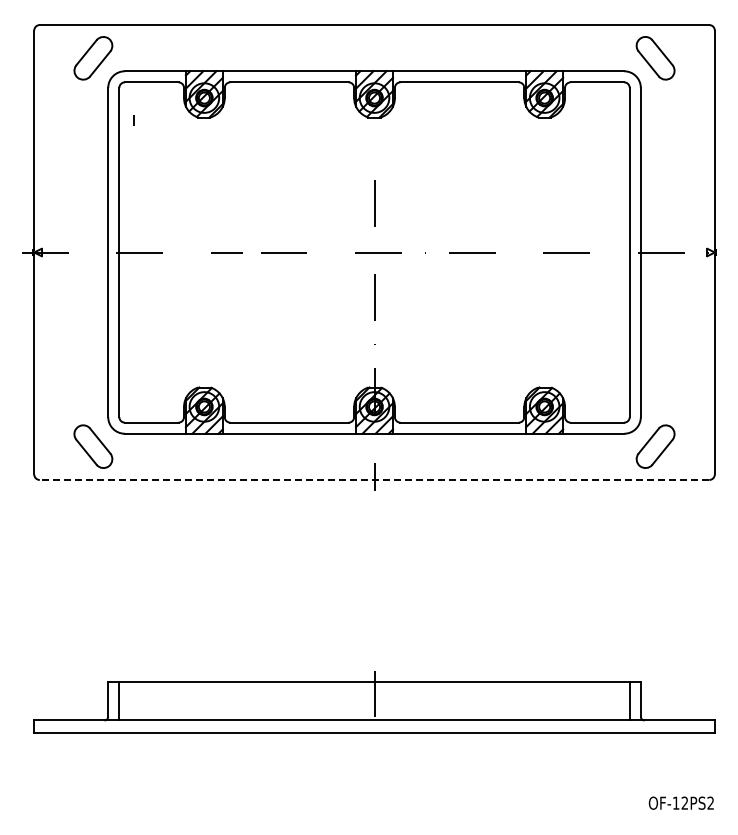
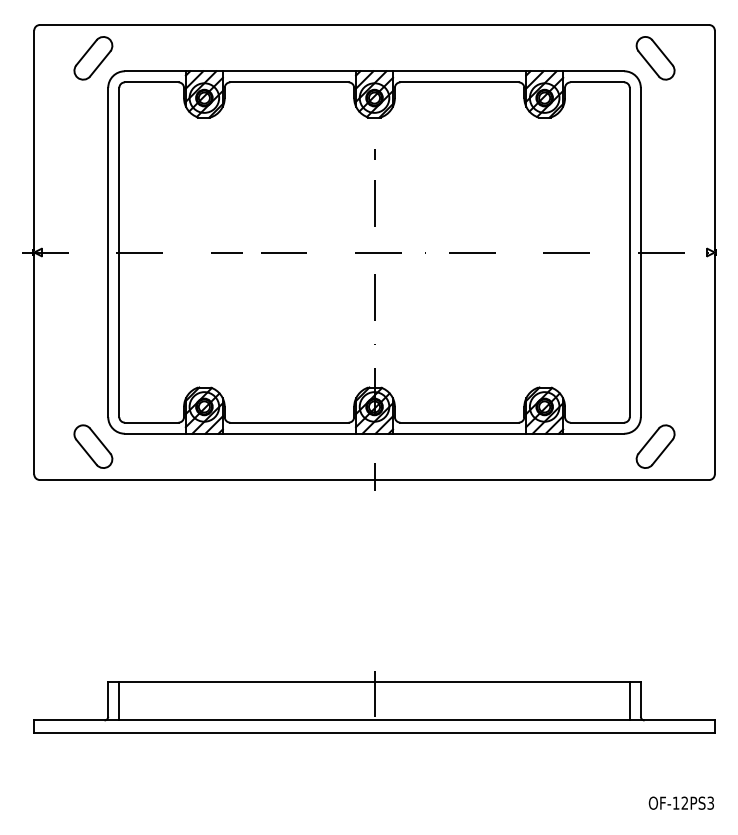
line at (133, 120) position: (133, 120) -> (374, 154)
line at (374, 479): dashed -> solid
text at (710, 803): OF-12PS2 -> OF-12PS3
